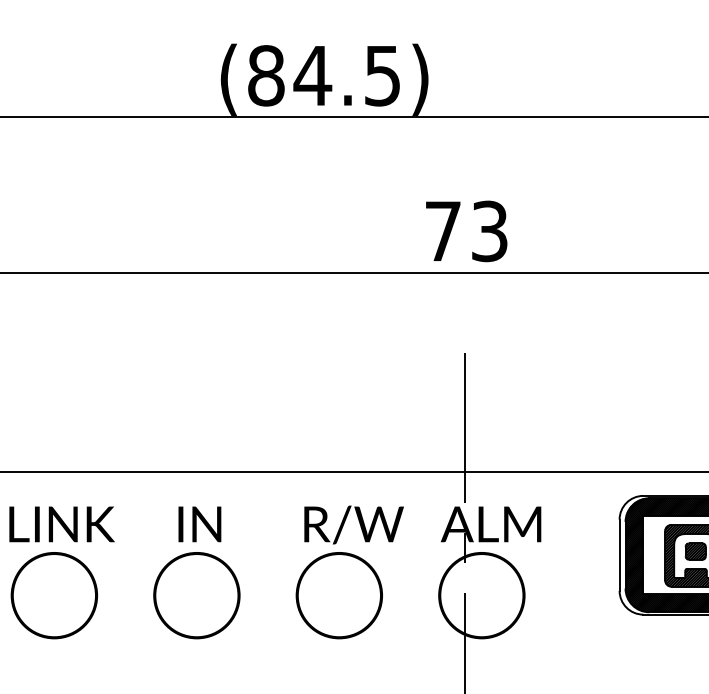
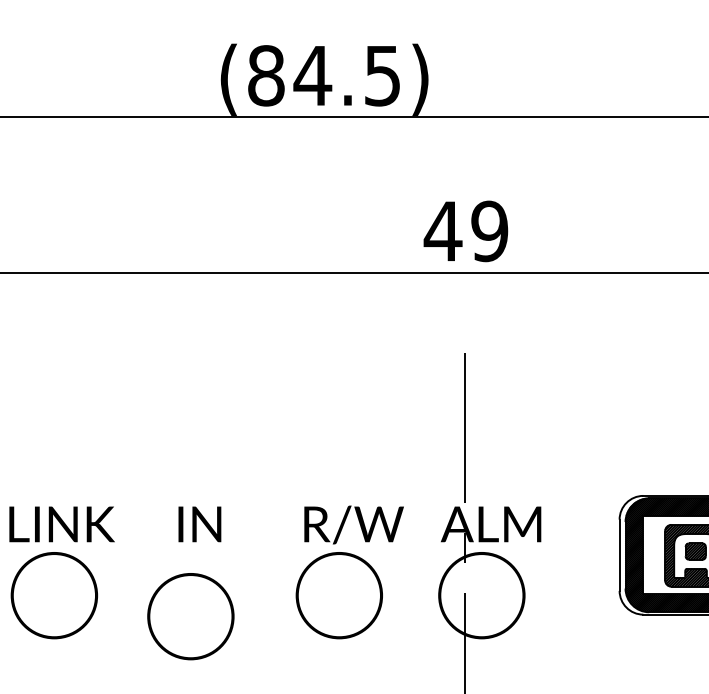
text at (465, 231): 73 -> 49
line at (353, 472): present -> none
circle at (196, 595) position: (196, 595) -> (190, 616)
